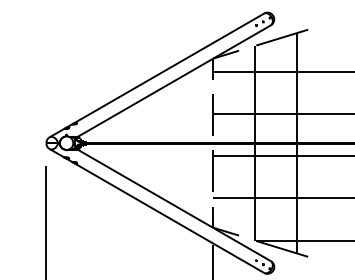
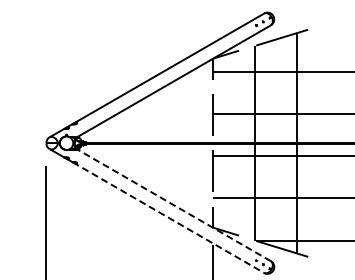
line at (173, 205): solid -> dashed
line at (168, 217): solid -> dashed
